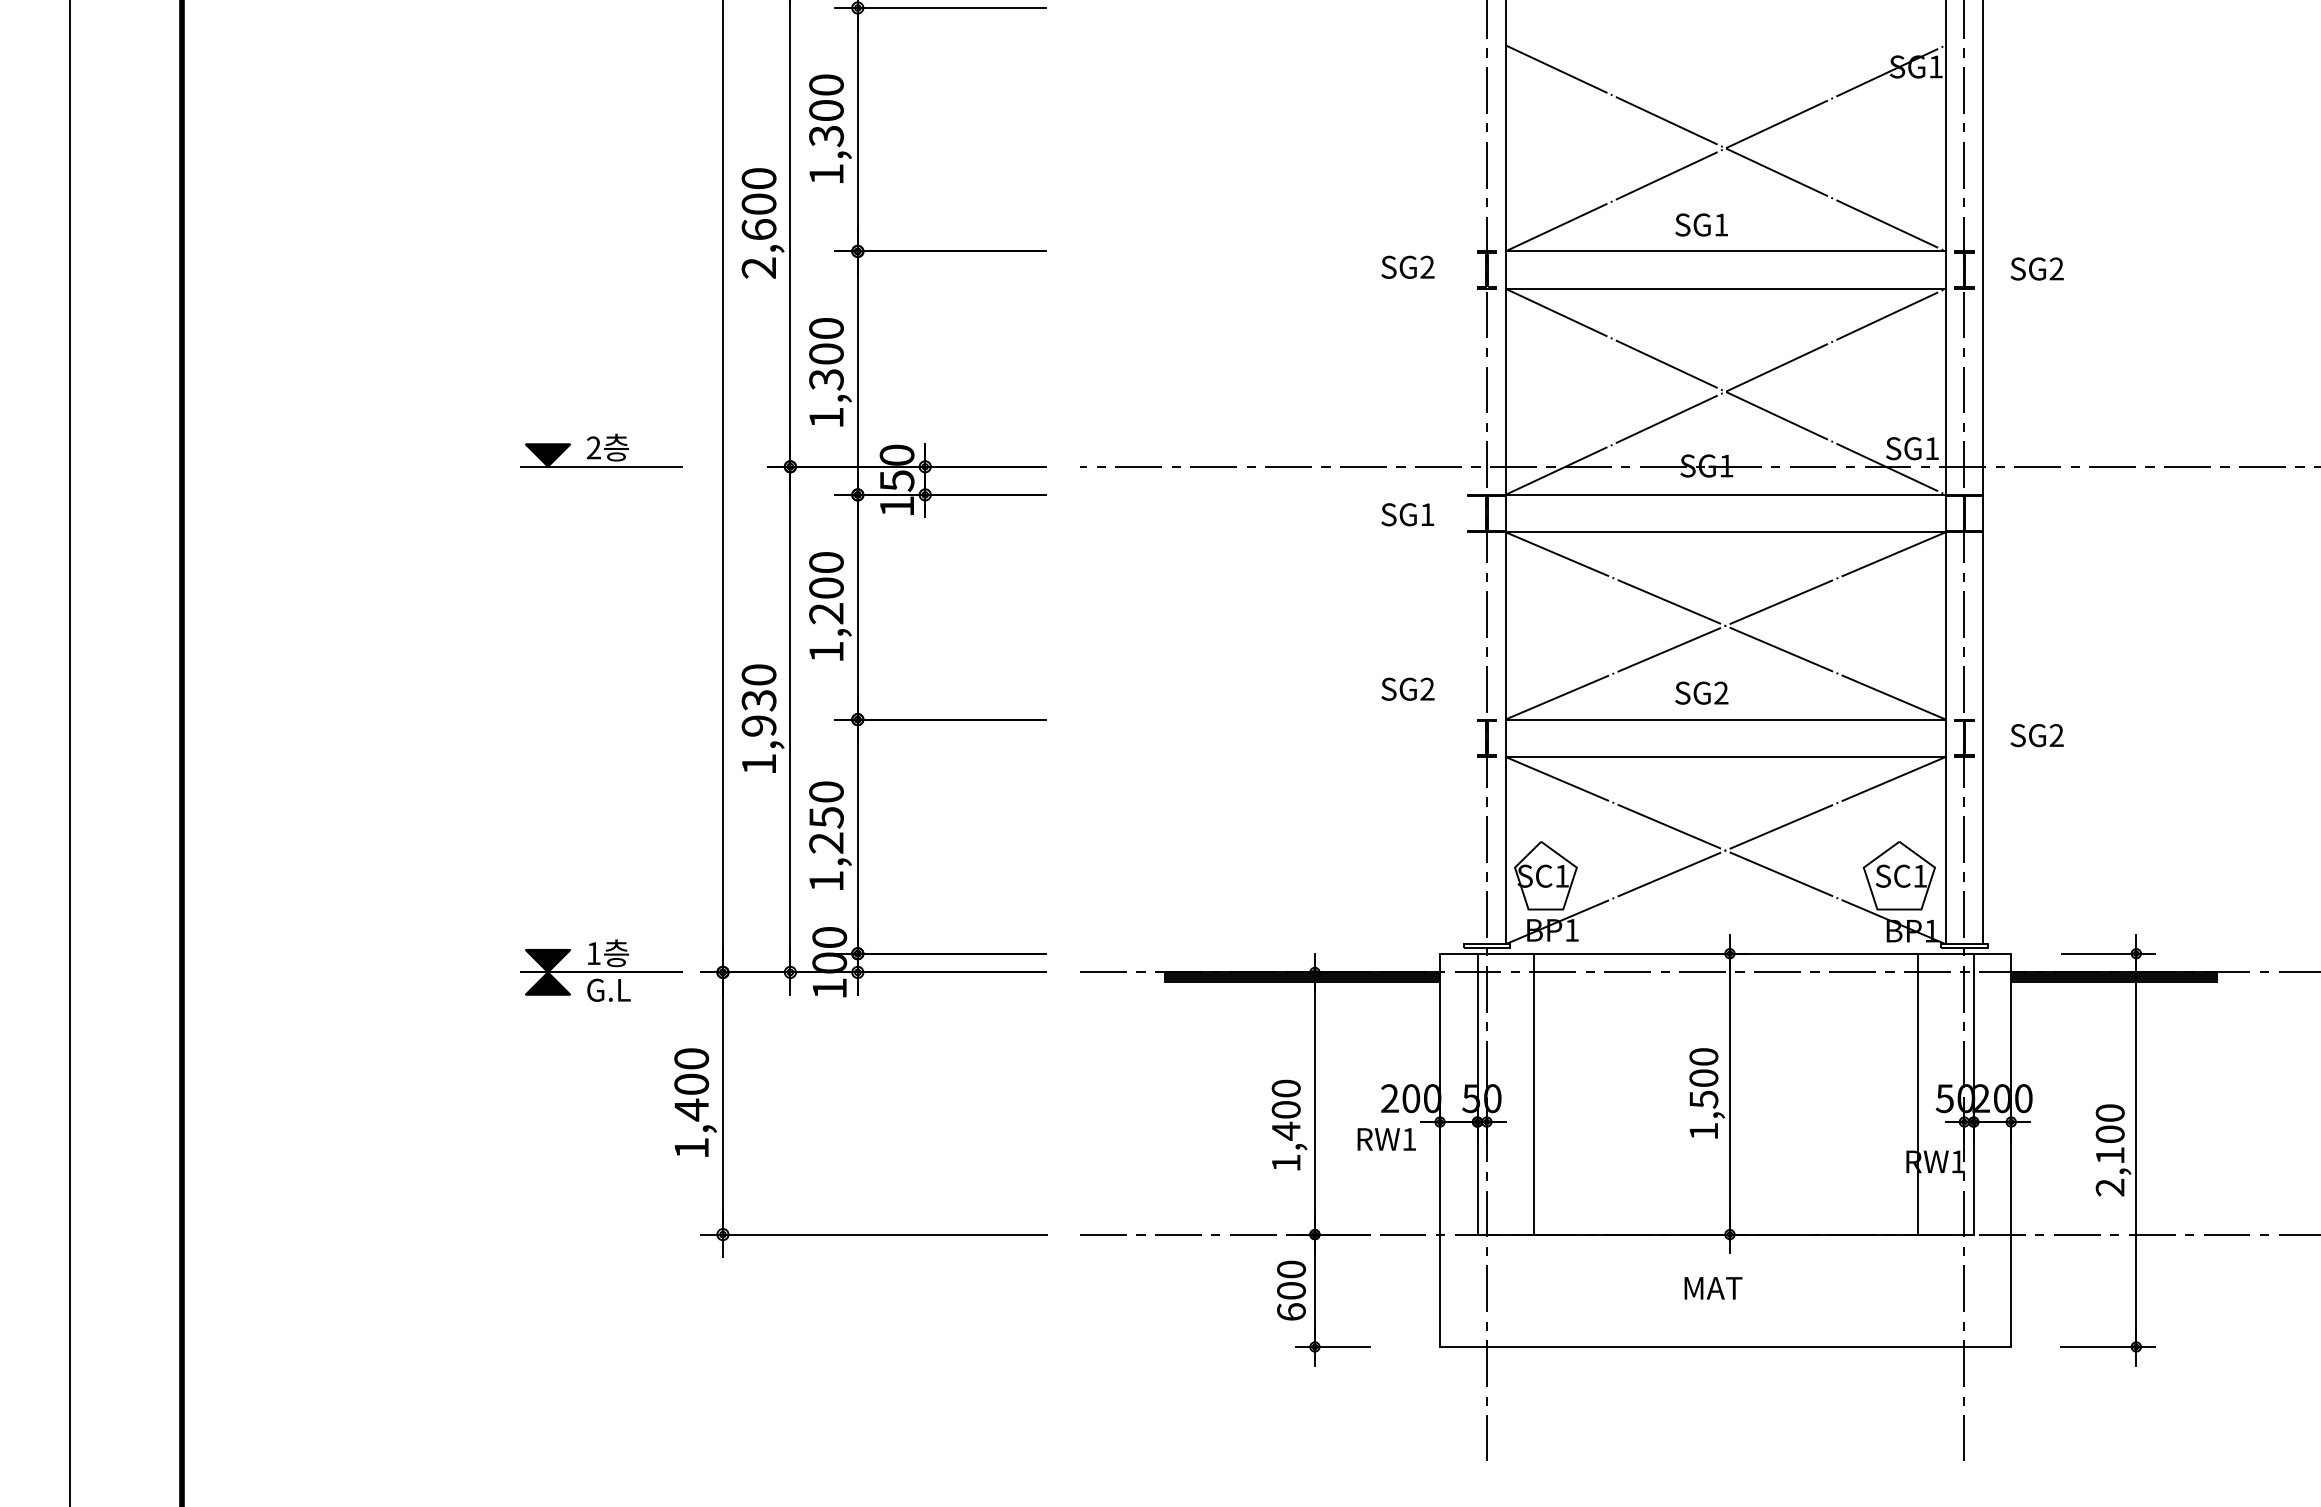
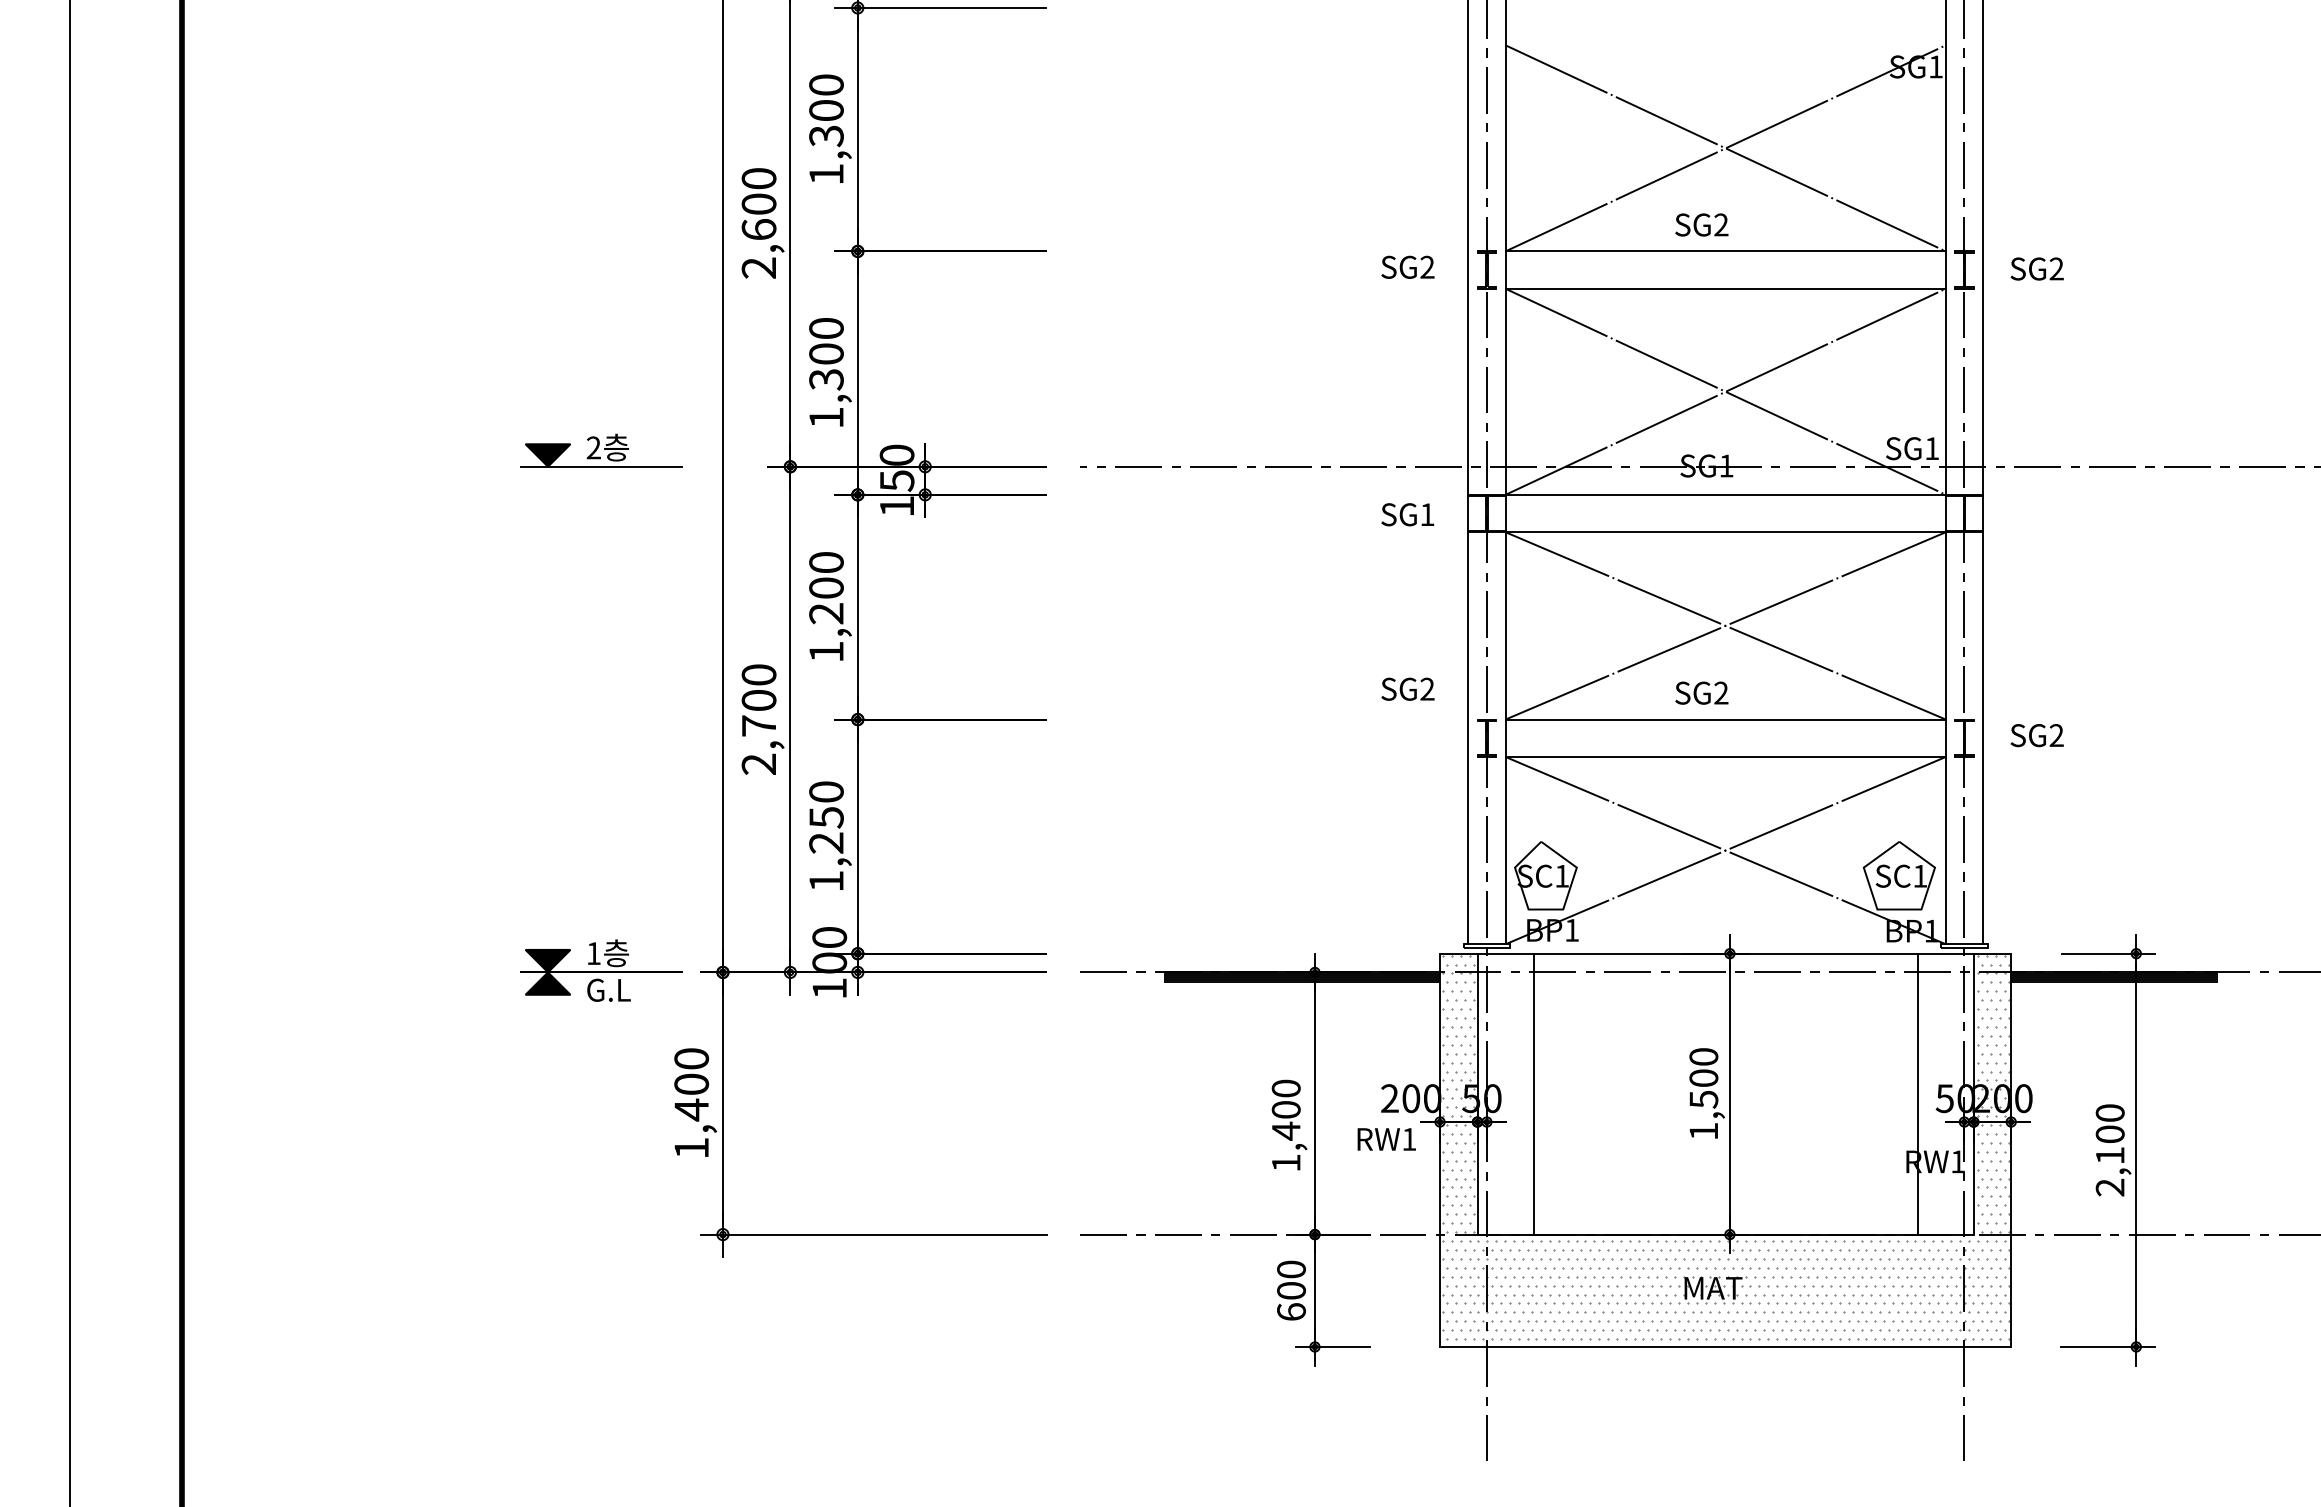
text at (1721, 224): SG1 -> SG2
line at (1468, 473): none -> present
text at (758, 732): 1,930 -> 2,700
hatch at (1725, 1147): none -> present
